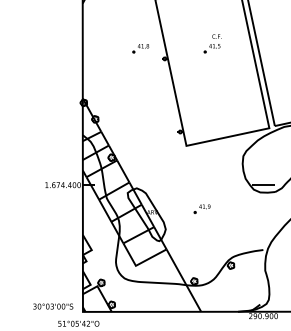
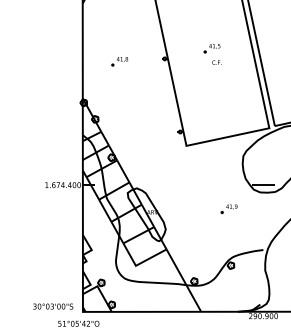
text at (216, 36) position: (216, 36) -> (216, 62)
part at (140, 48) position: (140, 48) -> (119, 61)
part at (201, 208) position: (201, 208) -> (228, 208)
